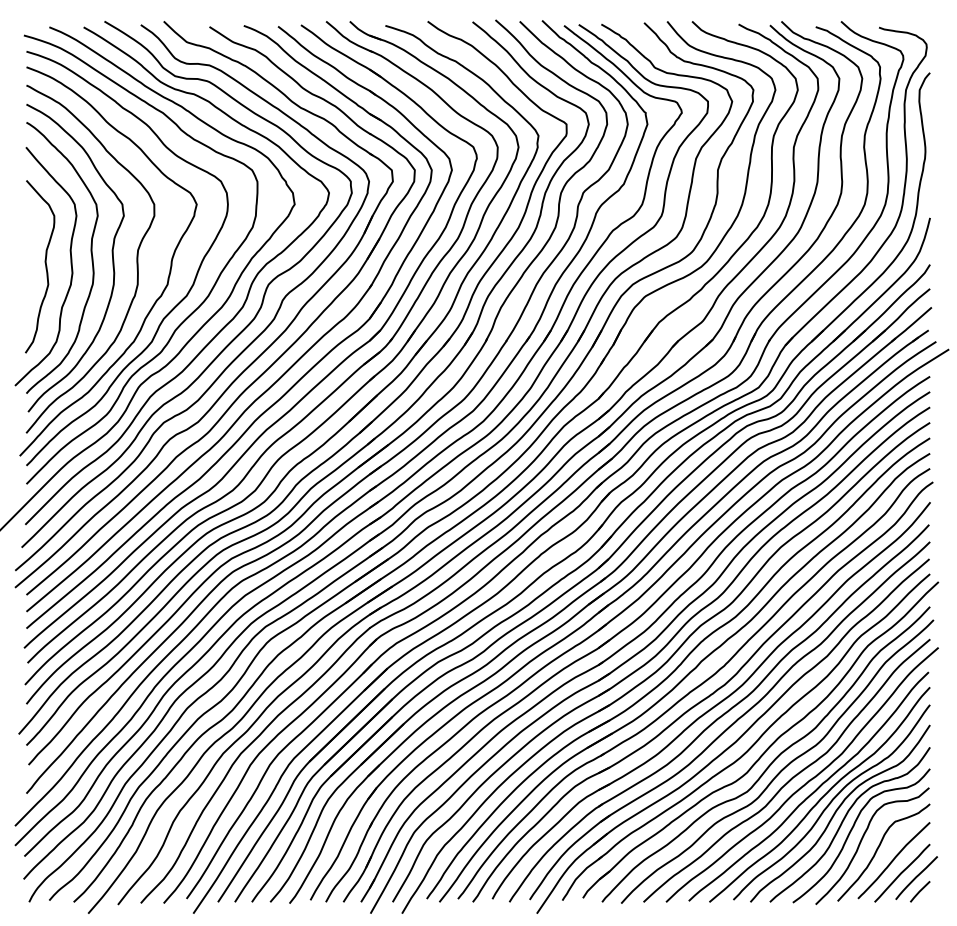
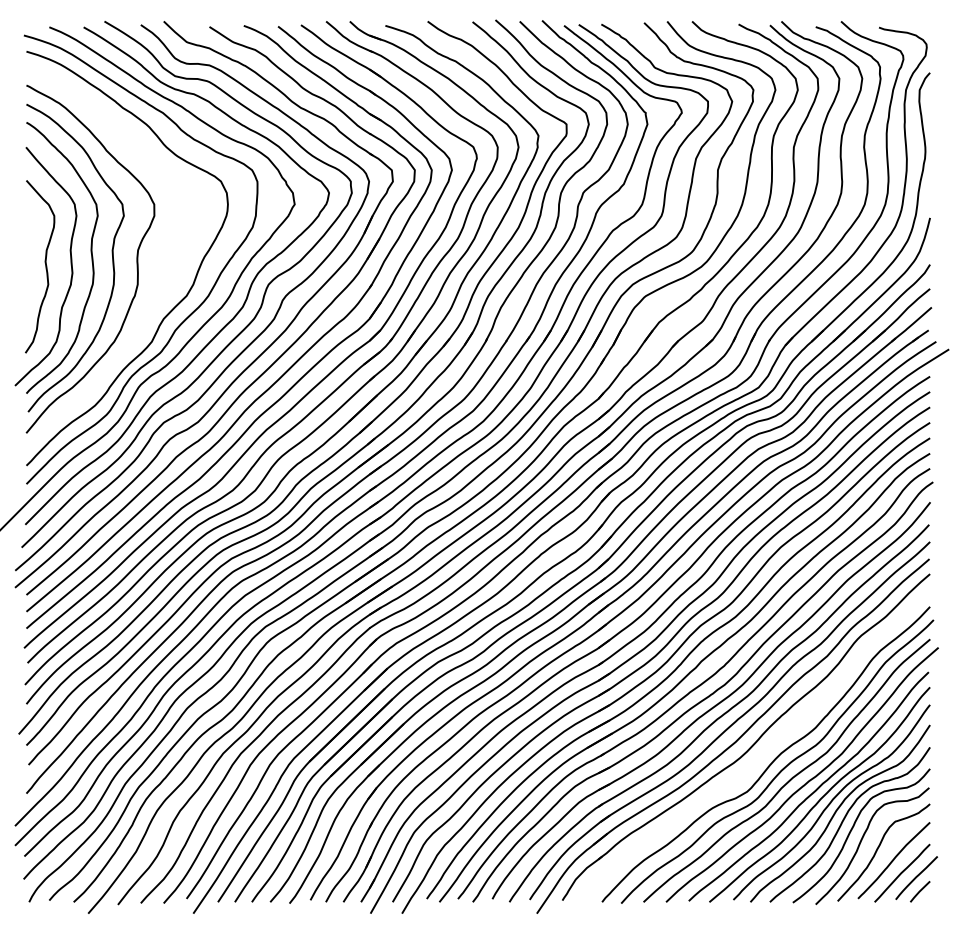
curve at (155, 300): present -> none
part at (768, 746): present -> none
